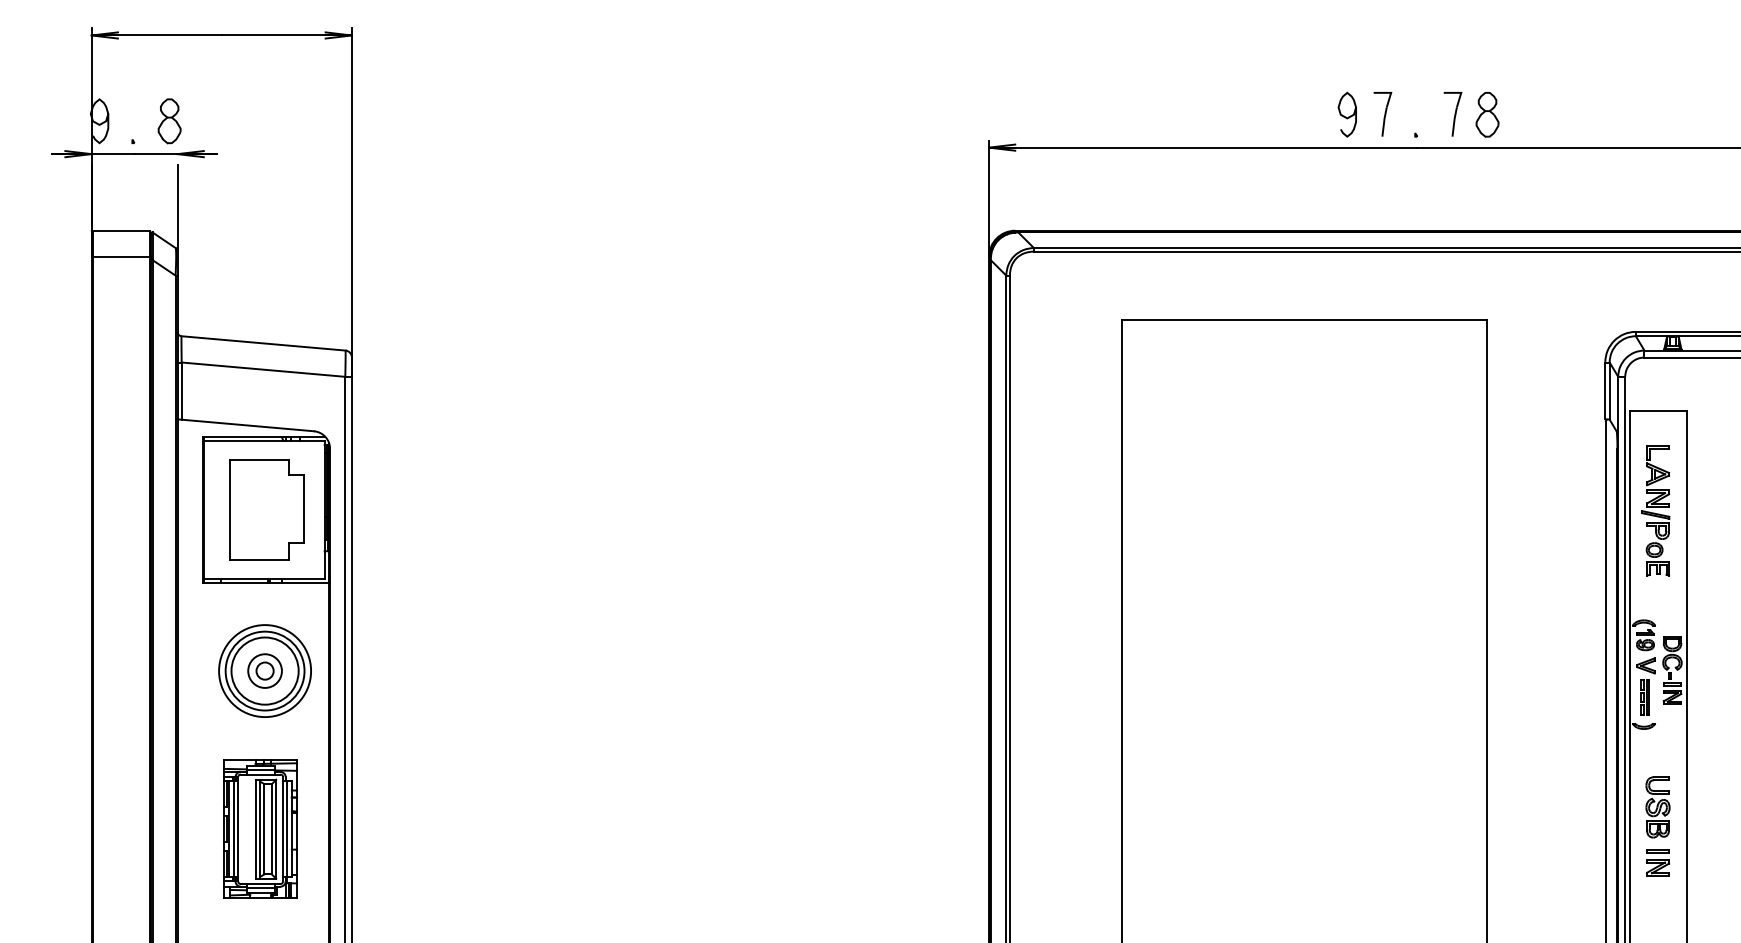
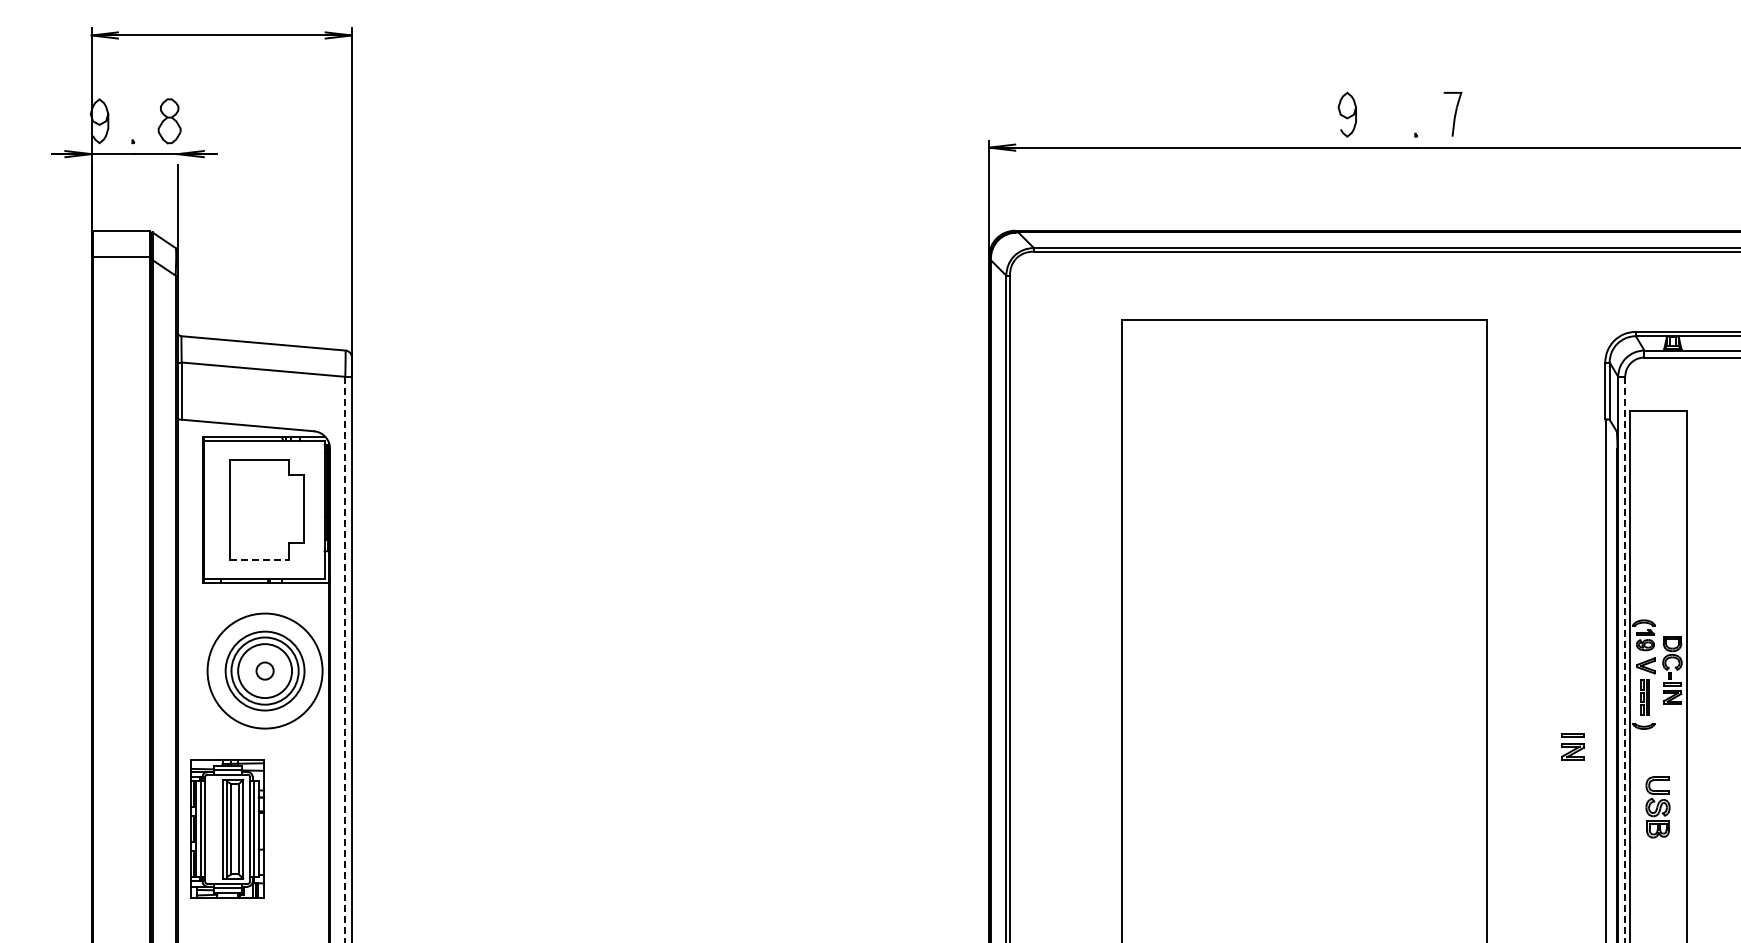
part at (1382, 114): present -> none
part at (1487, 114): present -> none
part at (1655, 510): present -> none
line at (259, 560): solid -> dashed
line at (345, 659): solid -> dashed
line at (1625, 659): solid -> dashed
circle at (264, 670) diameter: 34 px -> 54 px
circle at (265, 671) diameter: 92 px -> 115 px
part at (260, 828) position: (260, 828) -> (227, 828)
part at (1658, 862) position: (1658, 862) -> (1573, 746)
